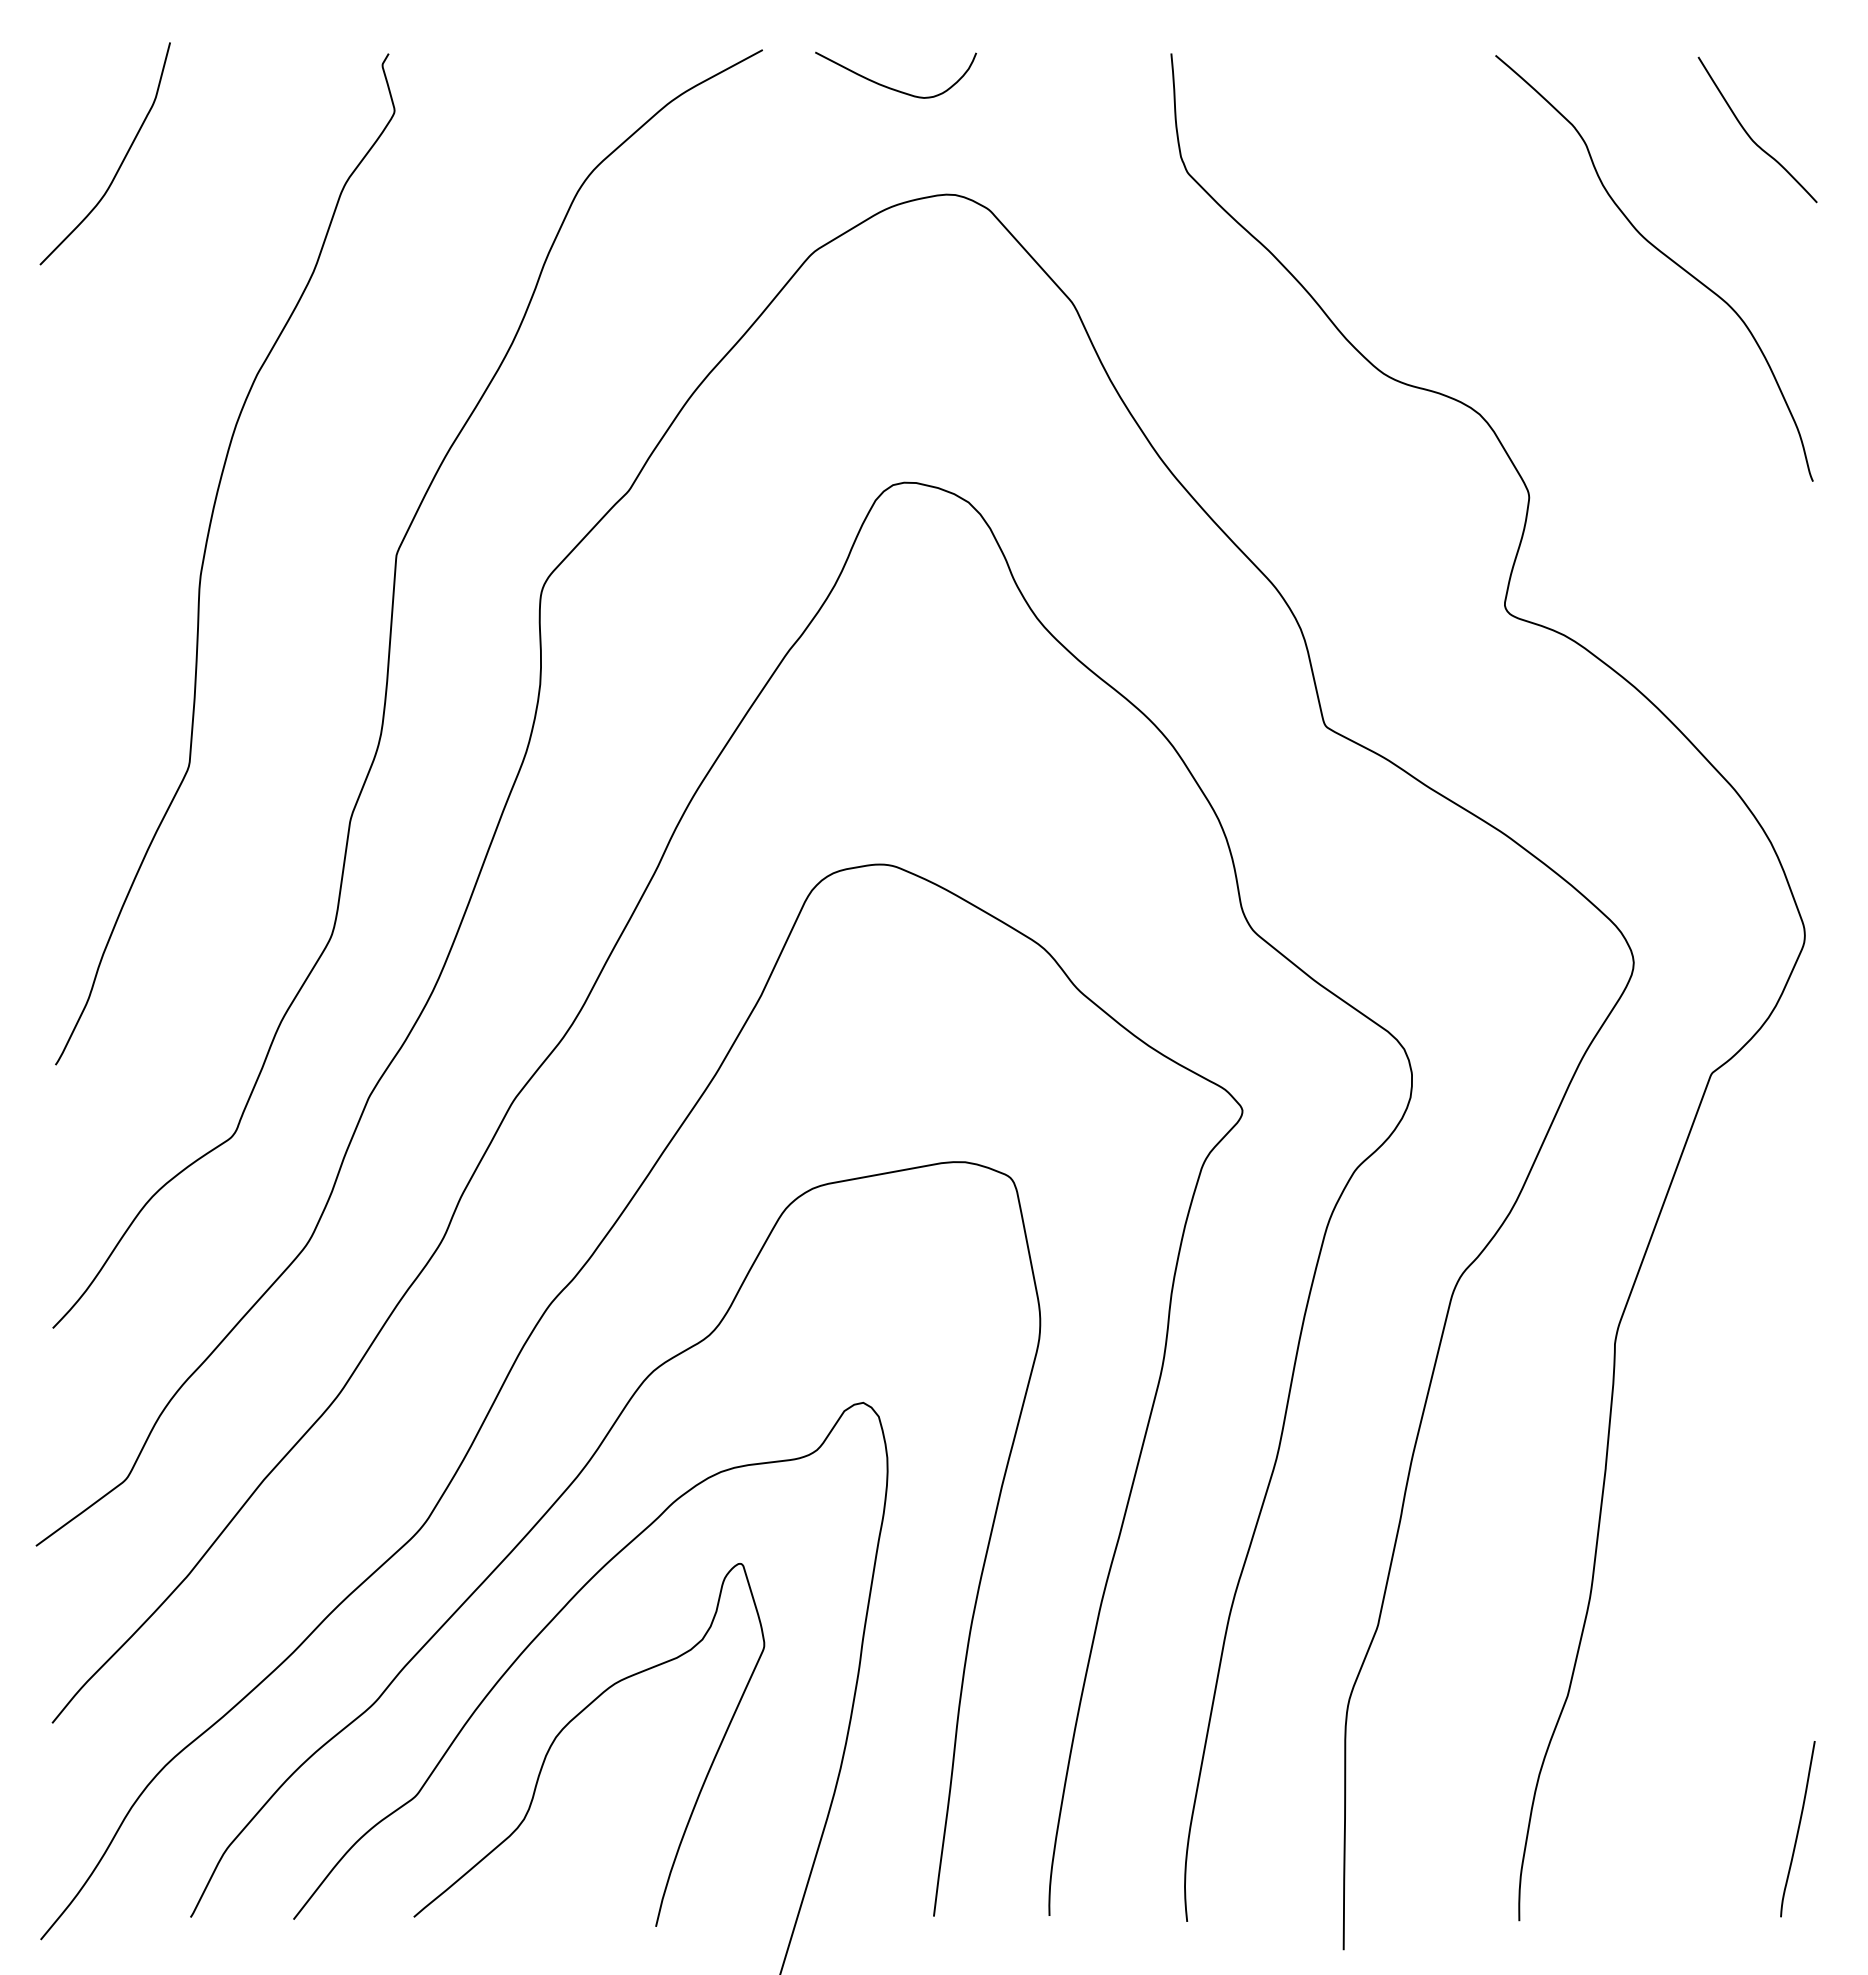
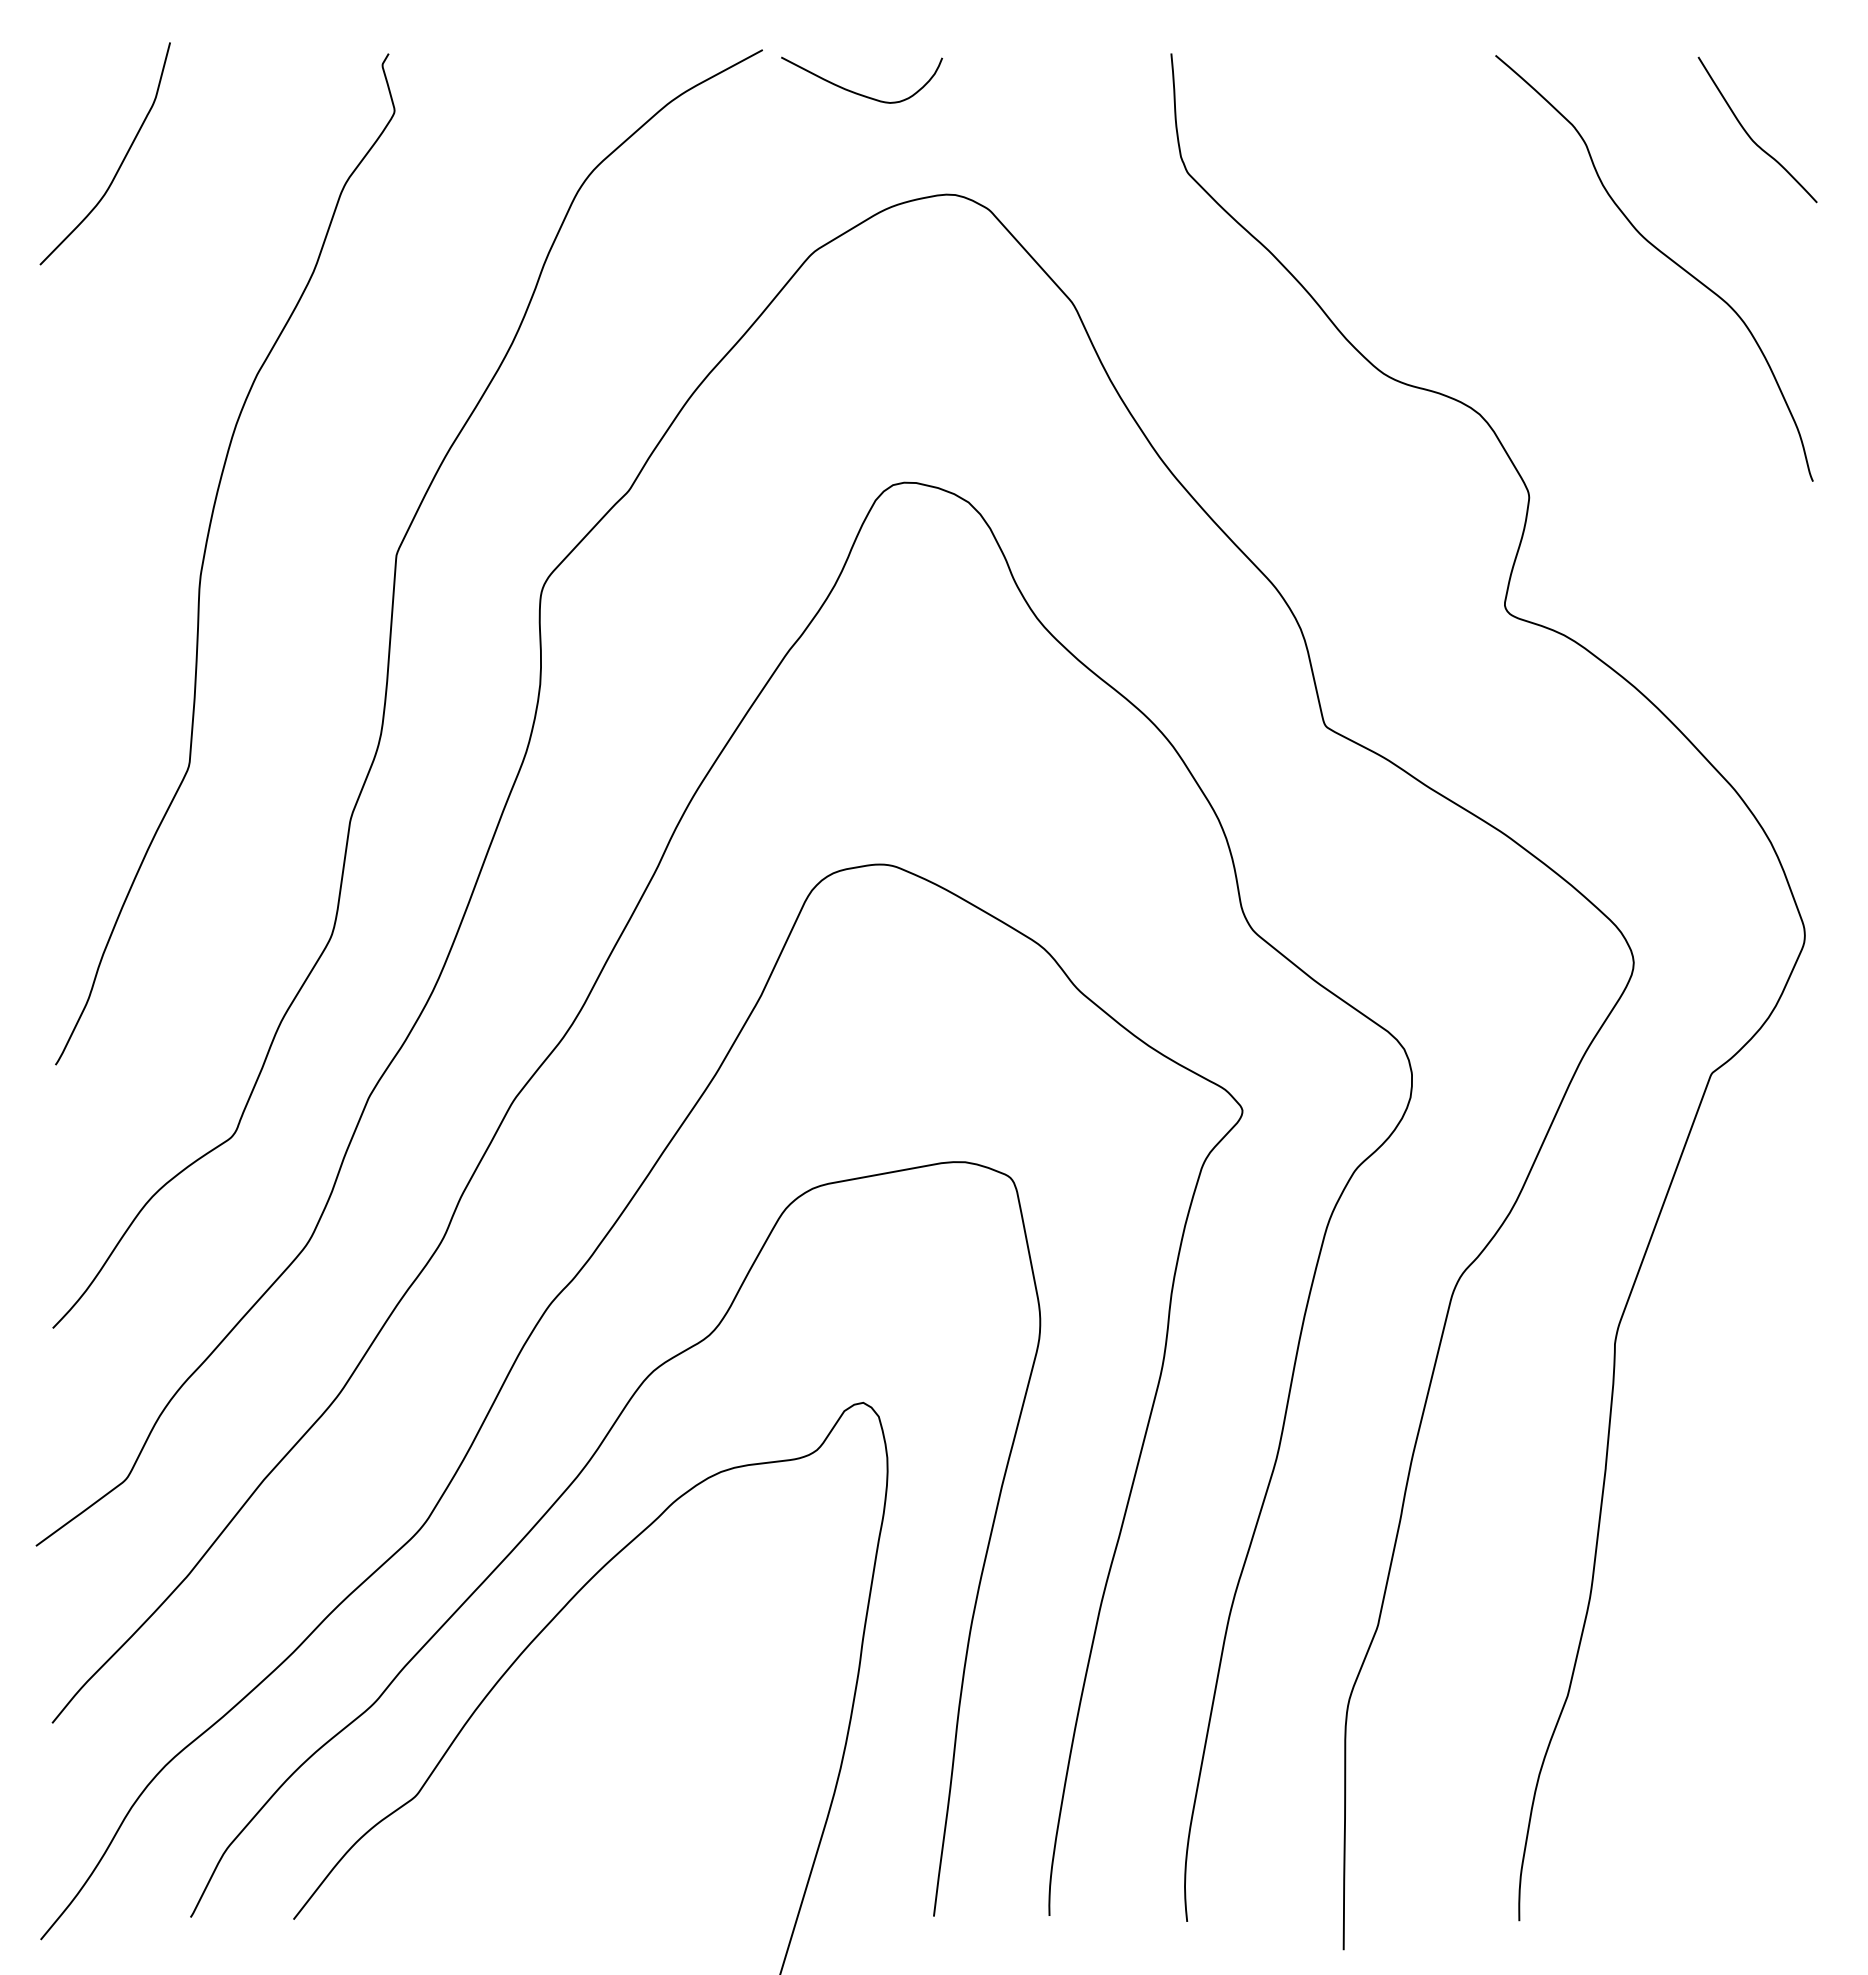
curve at (888, 86) position: (888, 86) -> (854, 91)
curve at (569, 1723): present -> none
curve at (1797, 1829): present -> none
